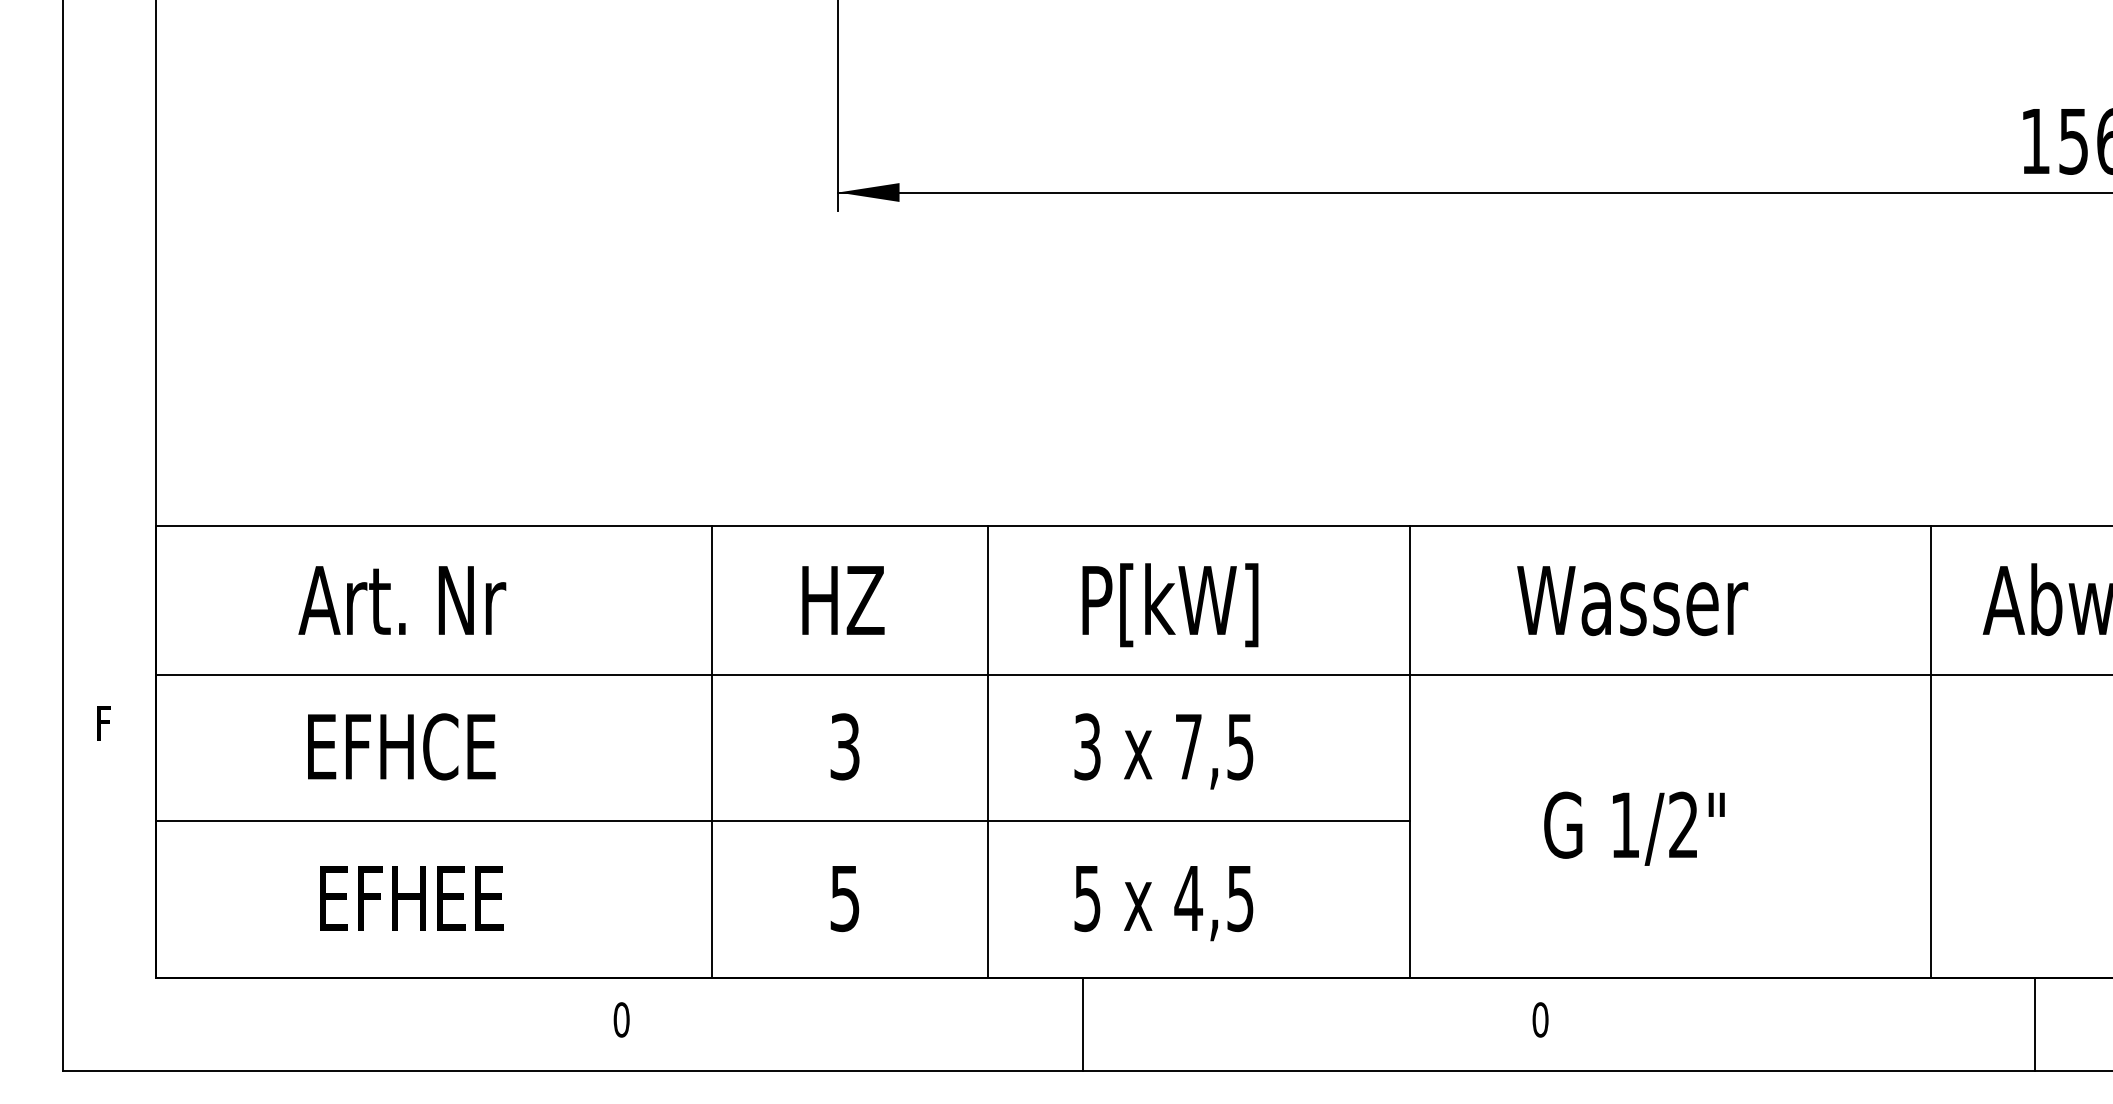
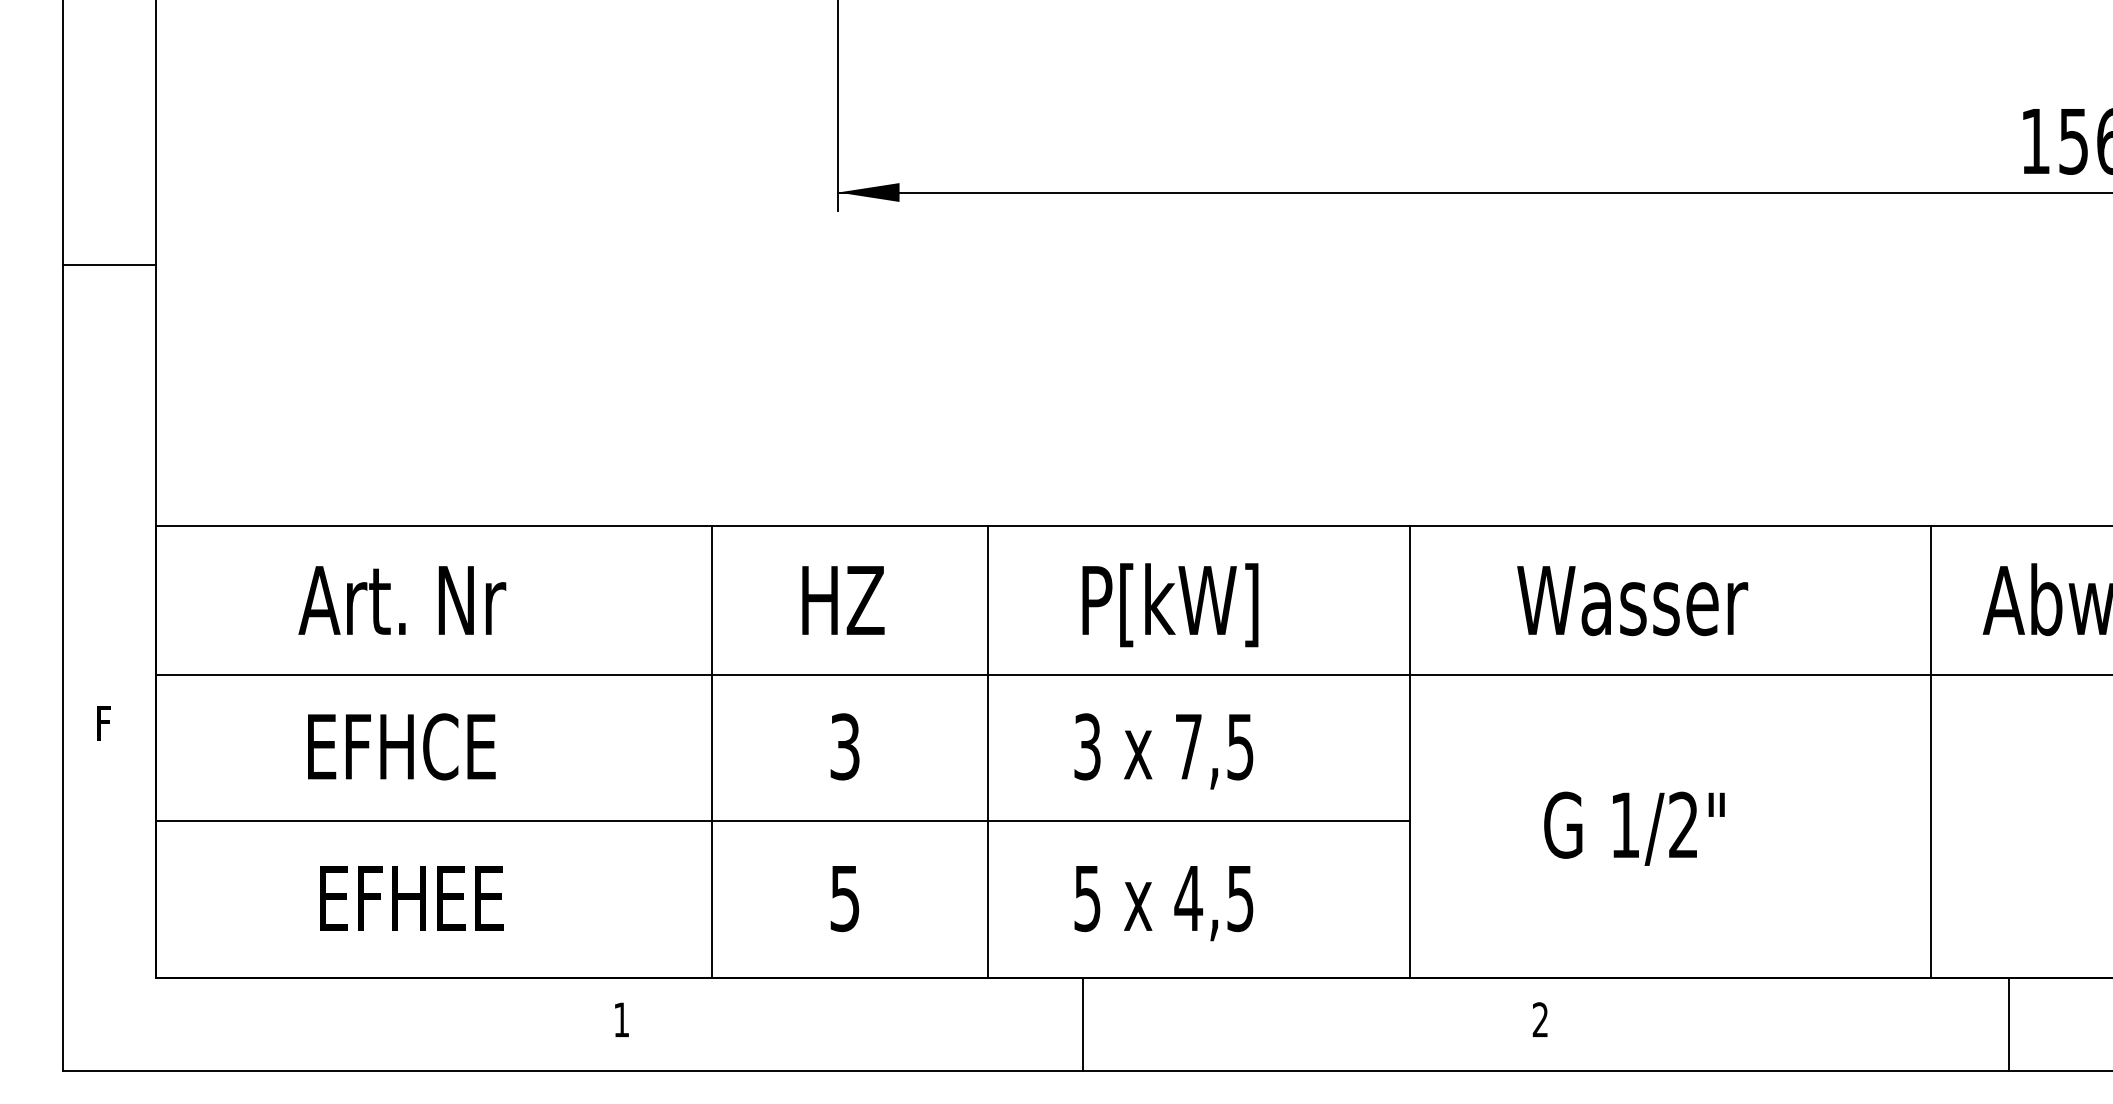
line at (109, 264): none -> present
text at (621, 1019): 0 -> 1
text at (1540, 1019): 0 -> 2
line at (2035, 1024) position: (2035, 1024) -> (2009, 1024)
